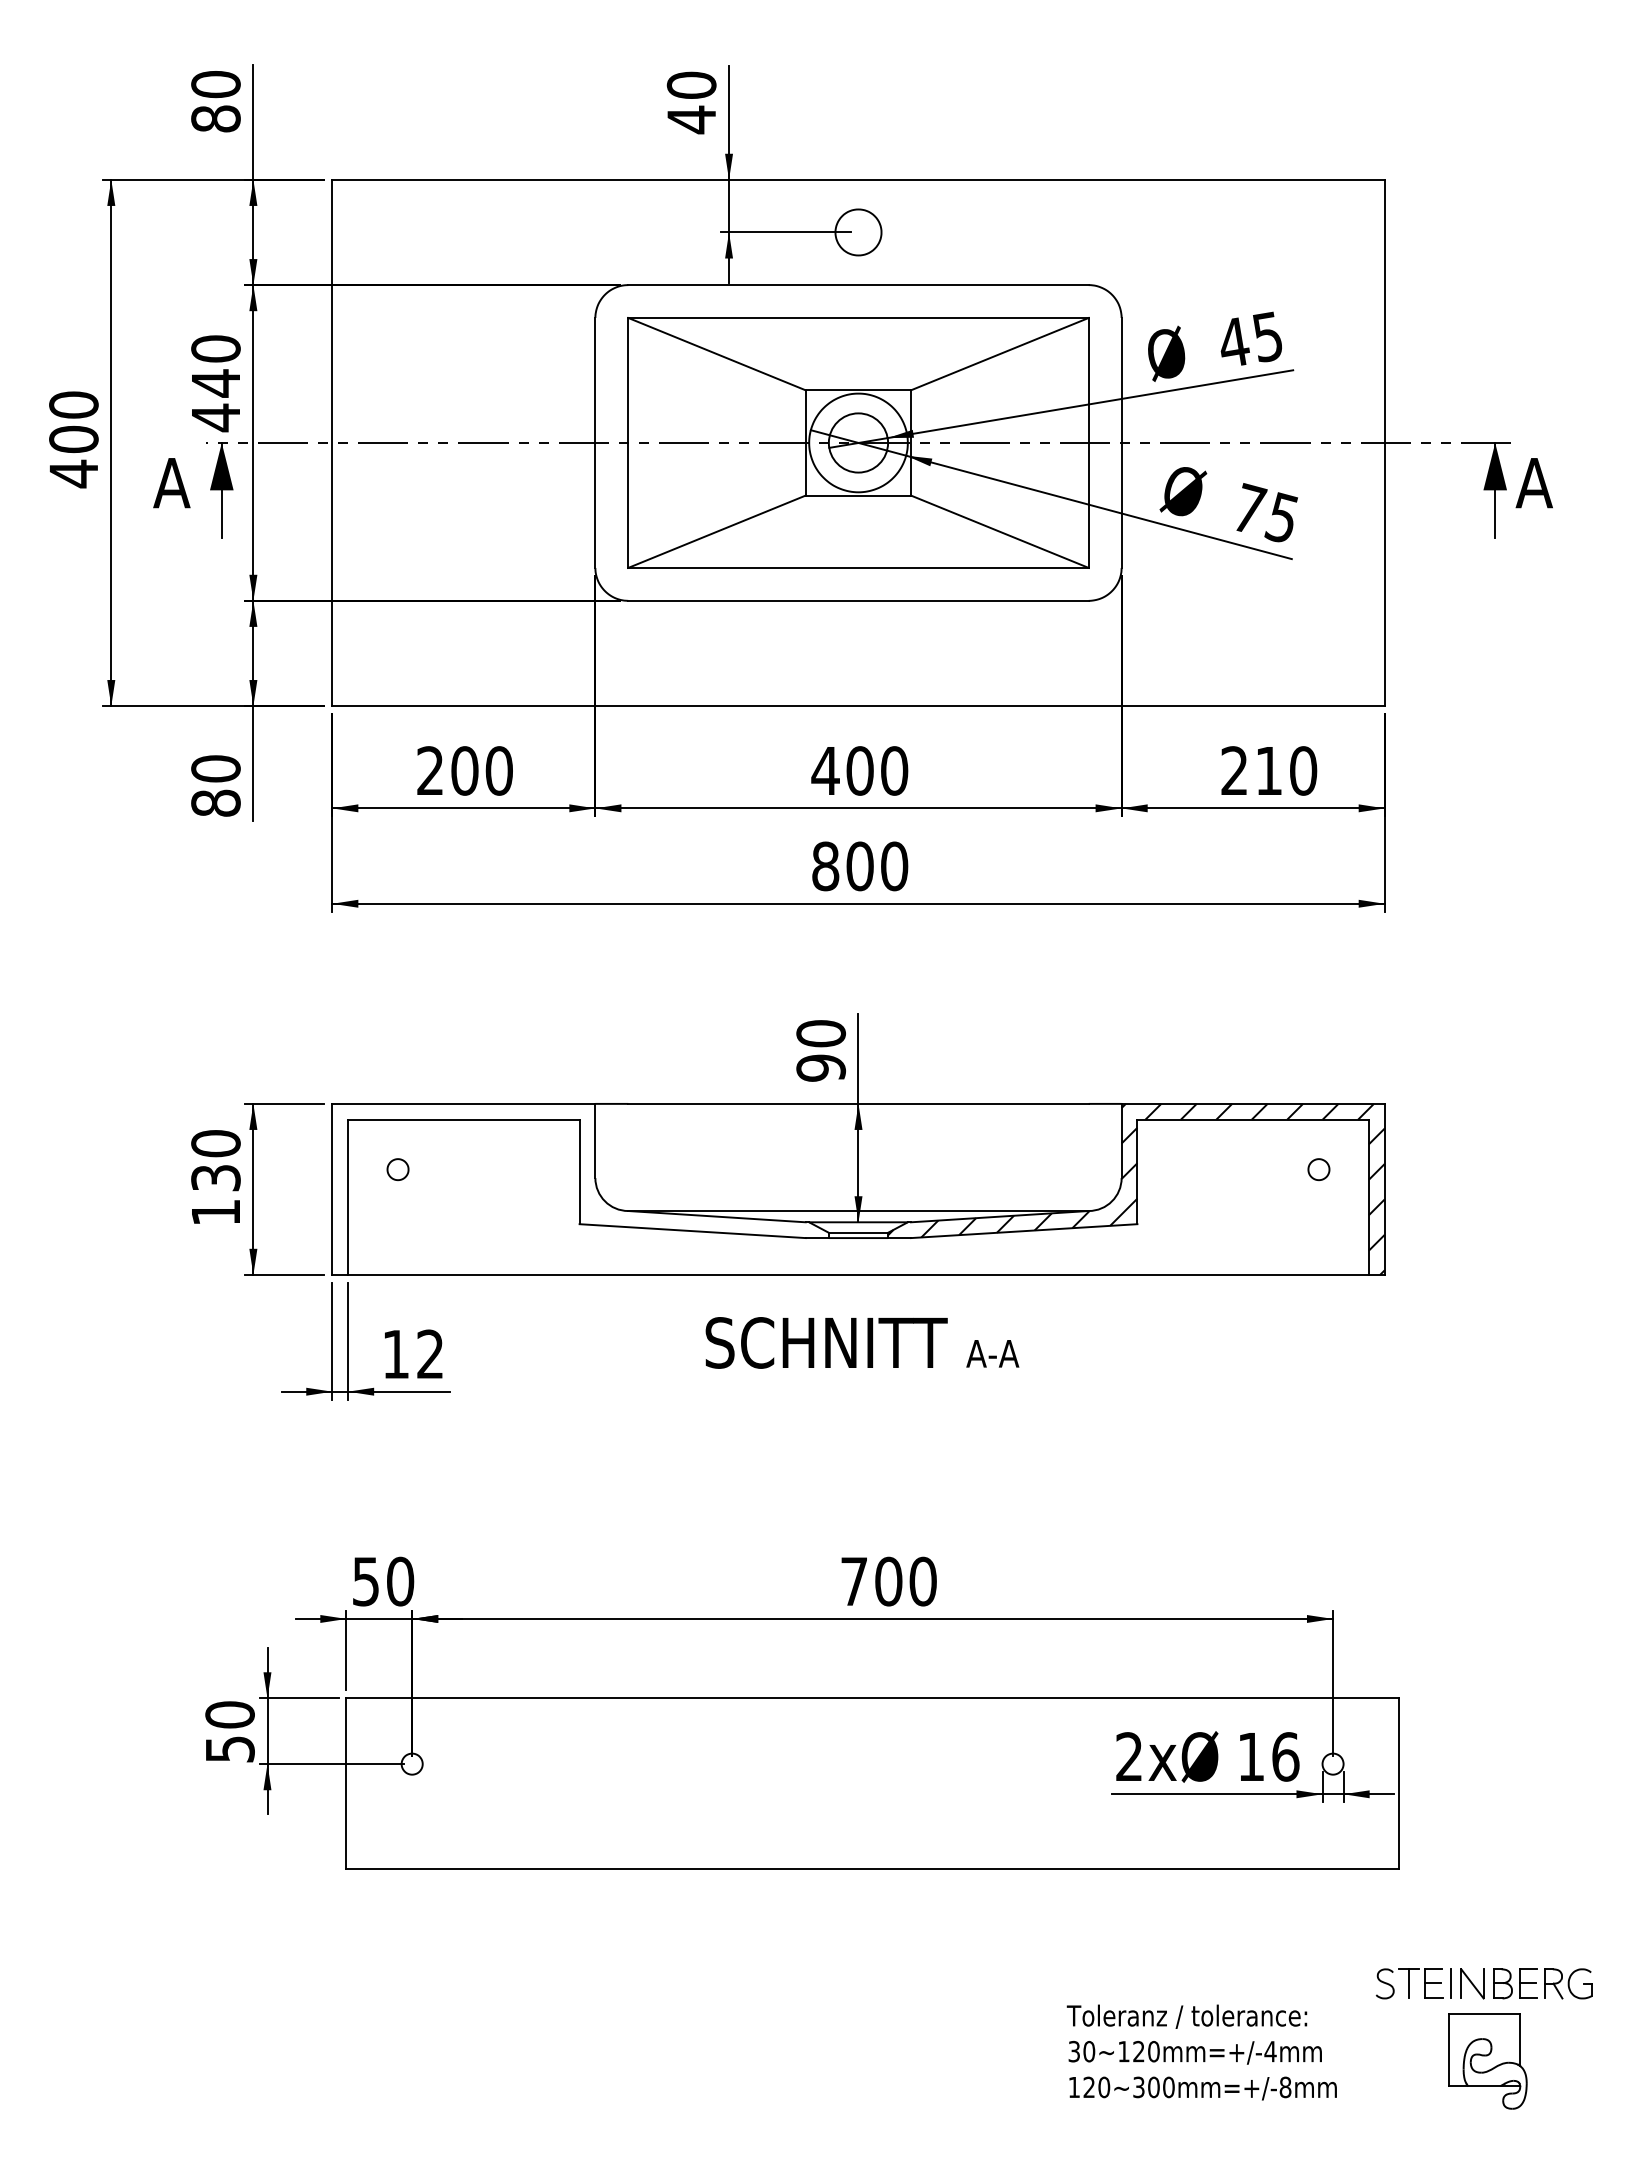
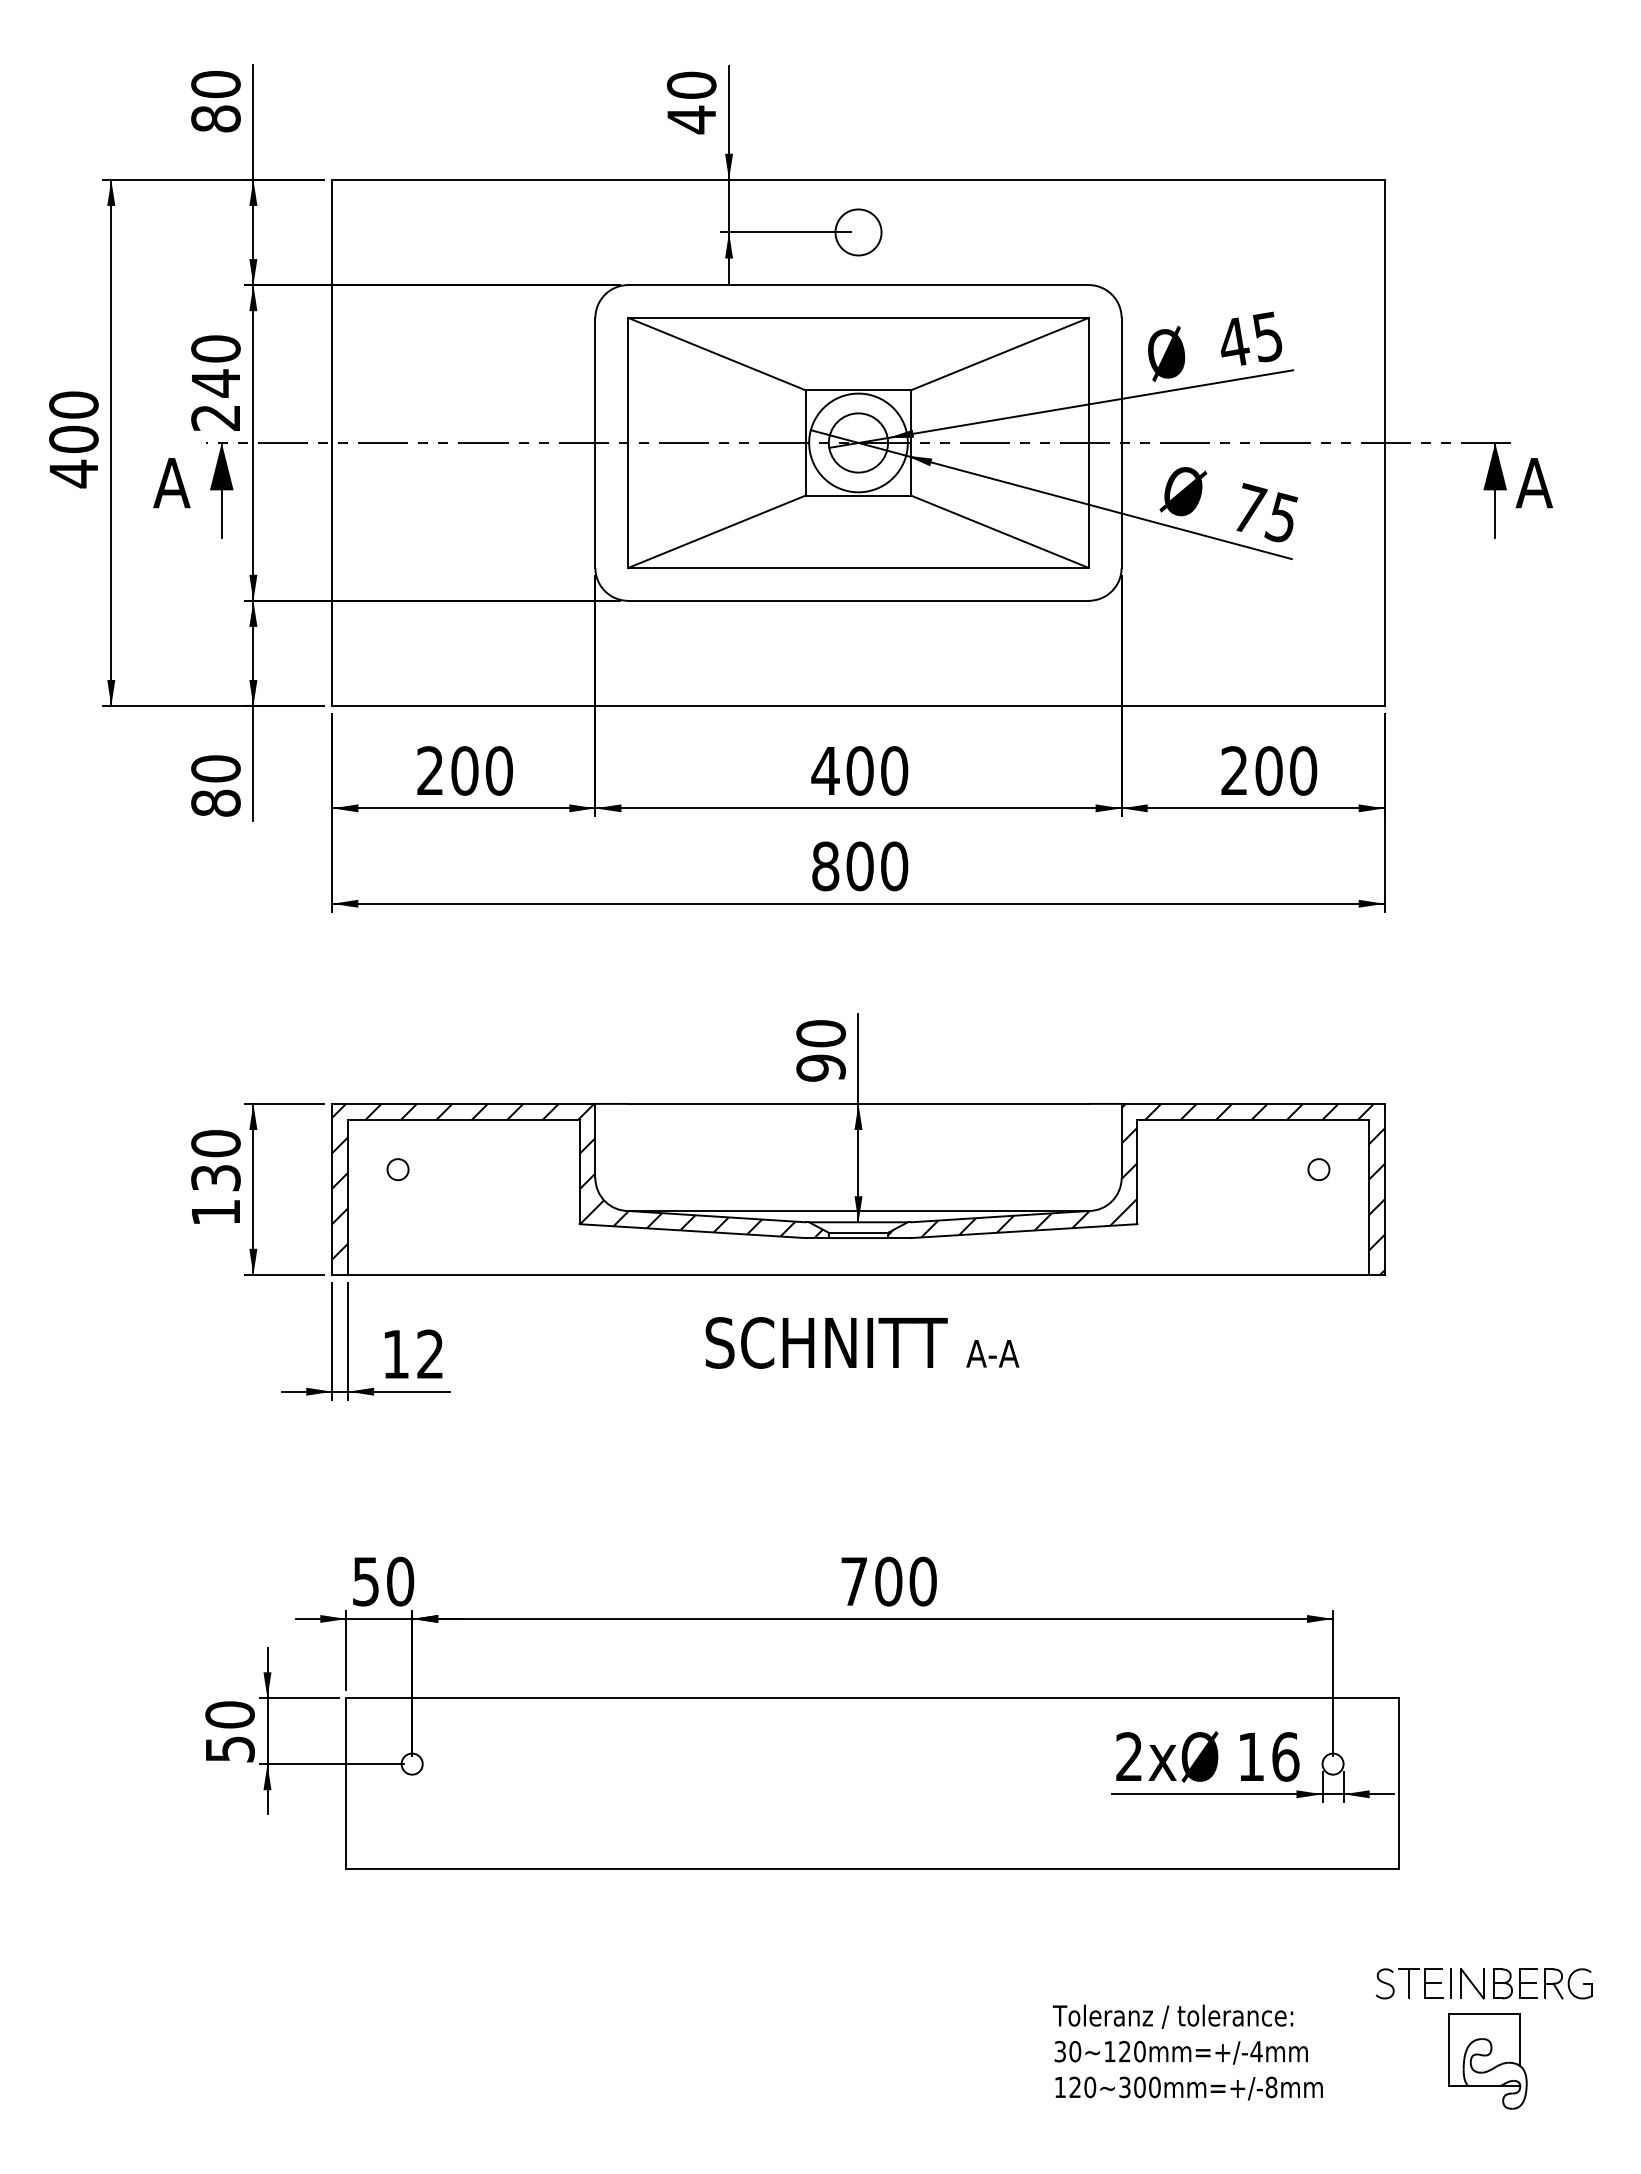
text at (215, 417): 440 -> 240
text at (1268, 770): 210 -> 200
hatch at (577, 1181): none -> present
text at (1201, 2052) position: (1201, 2052) -> (1187, 2052)
